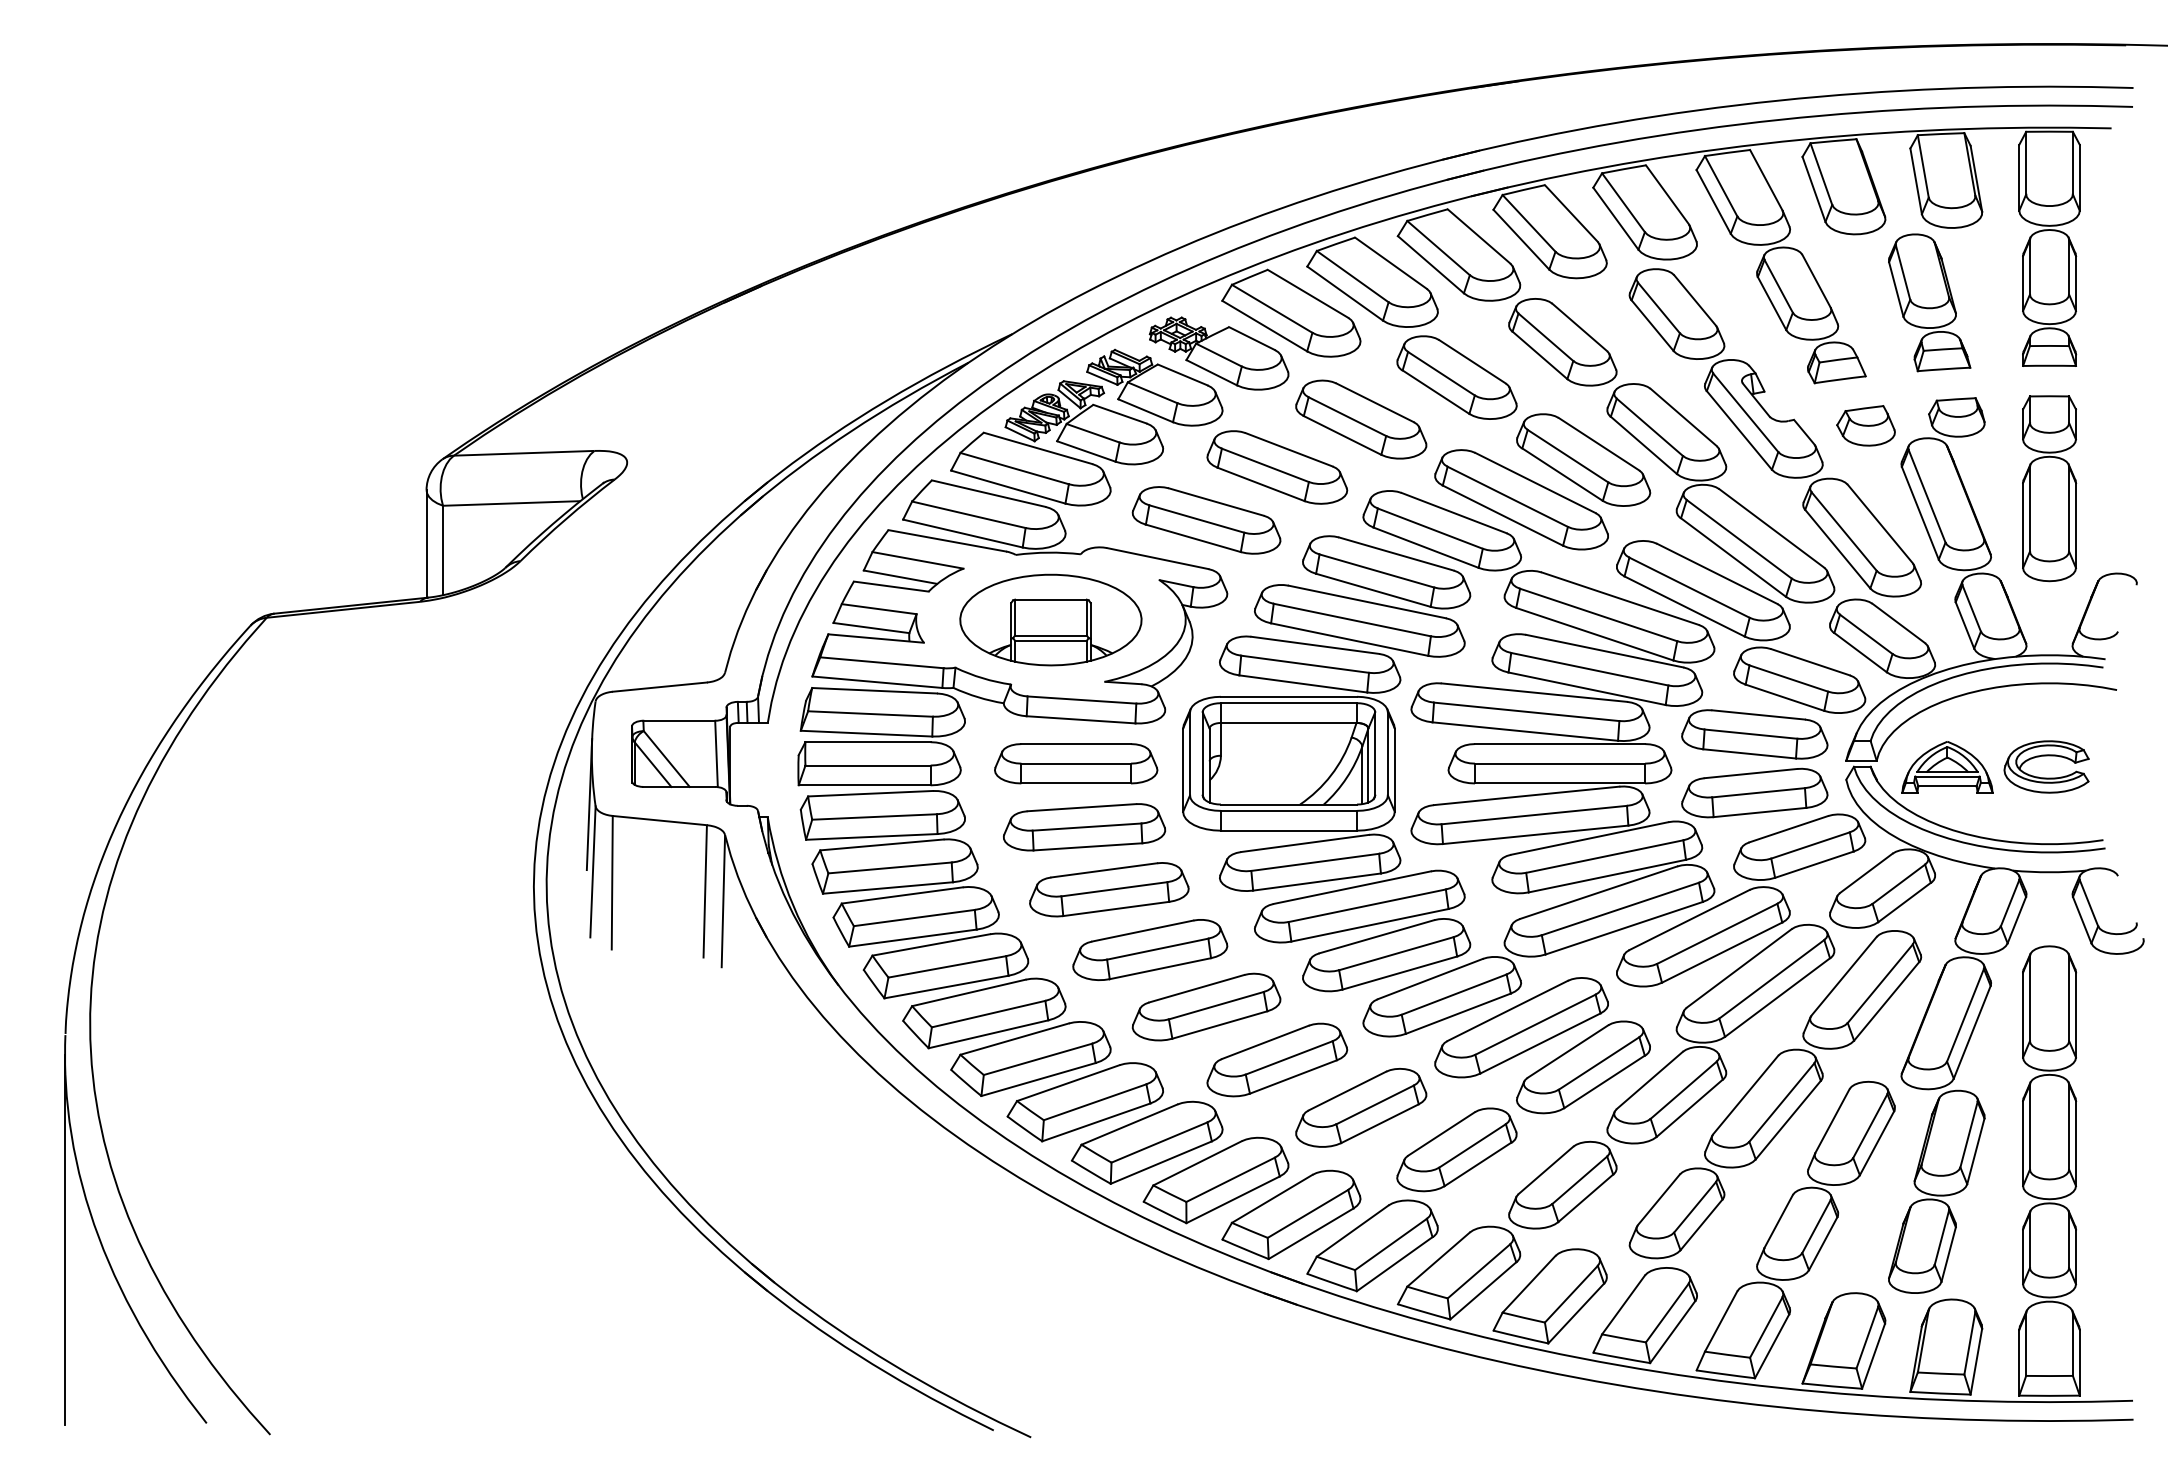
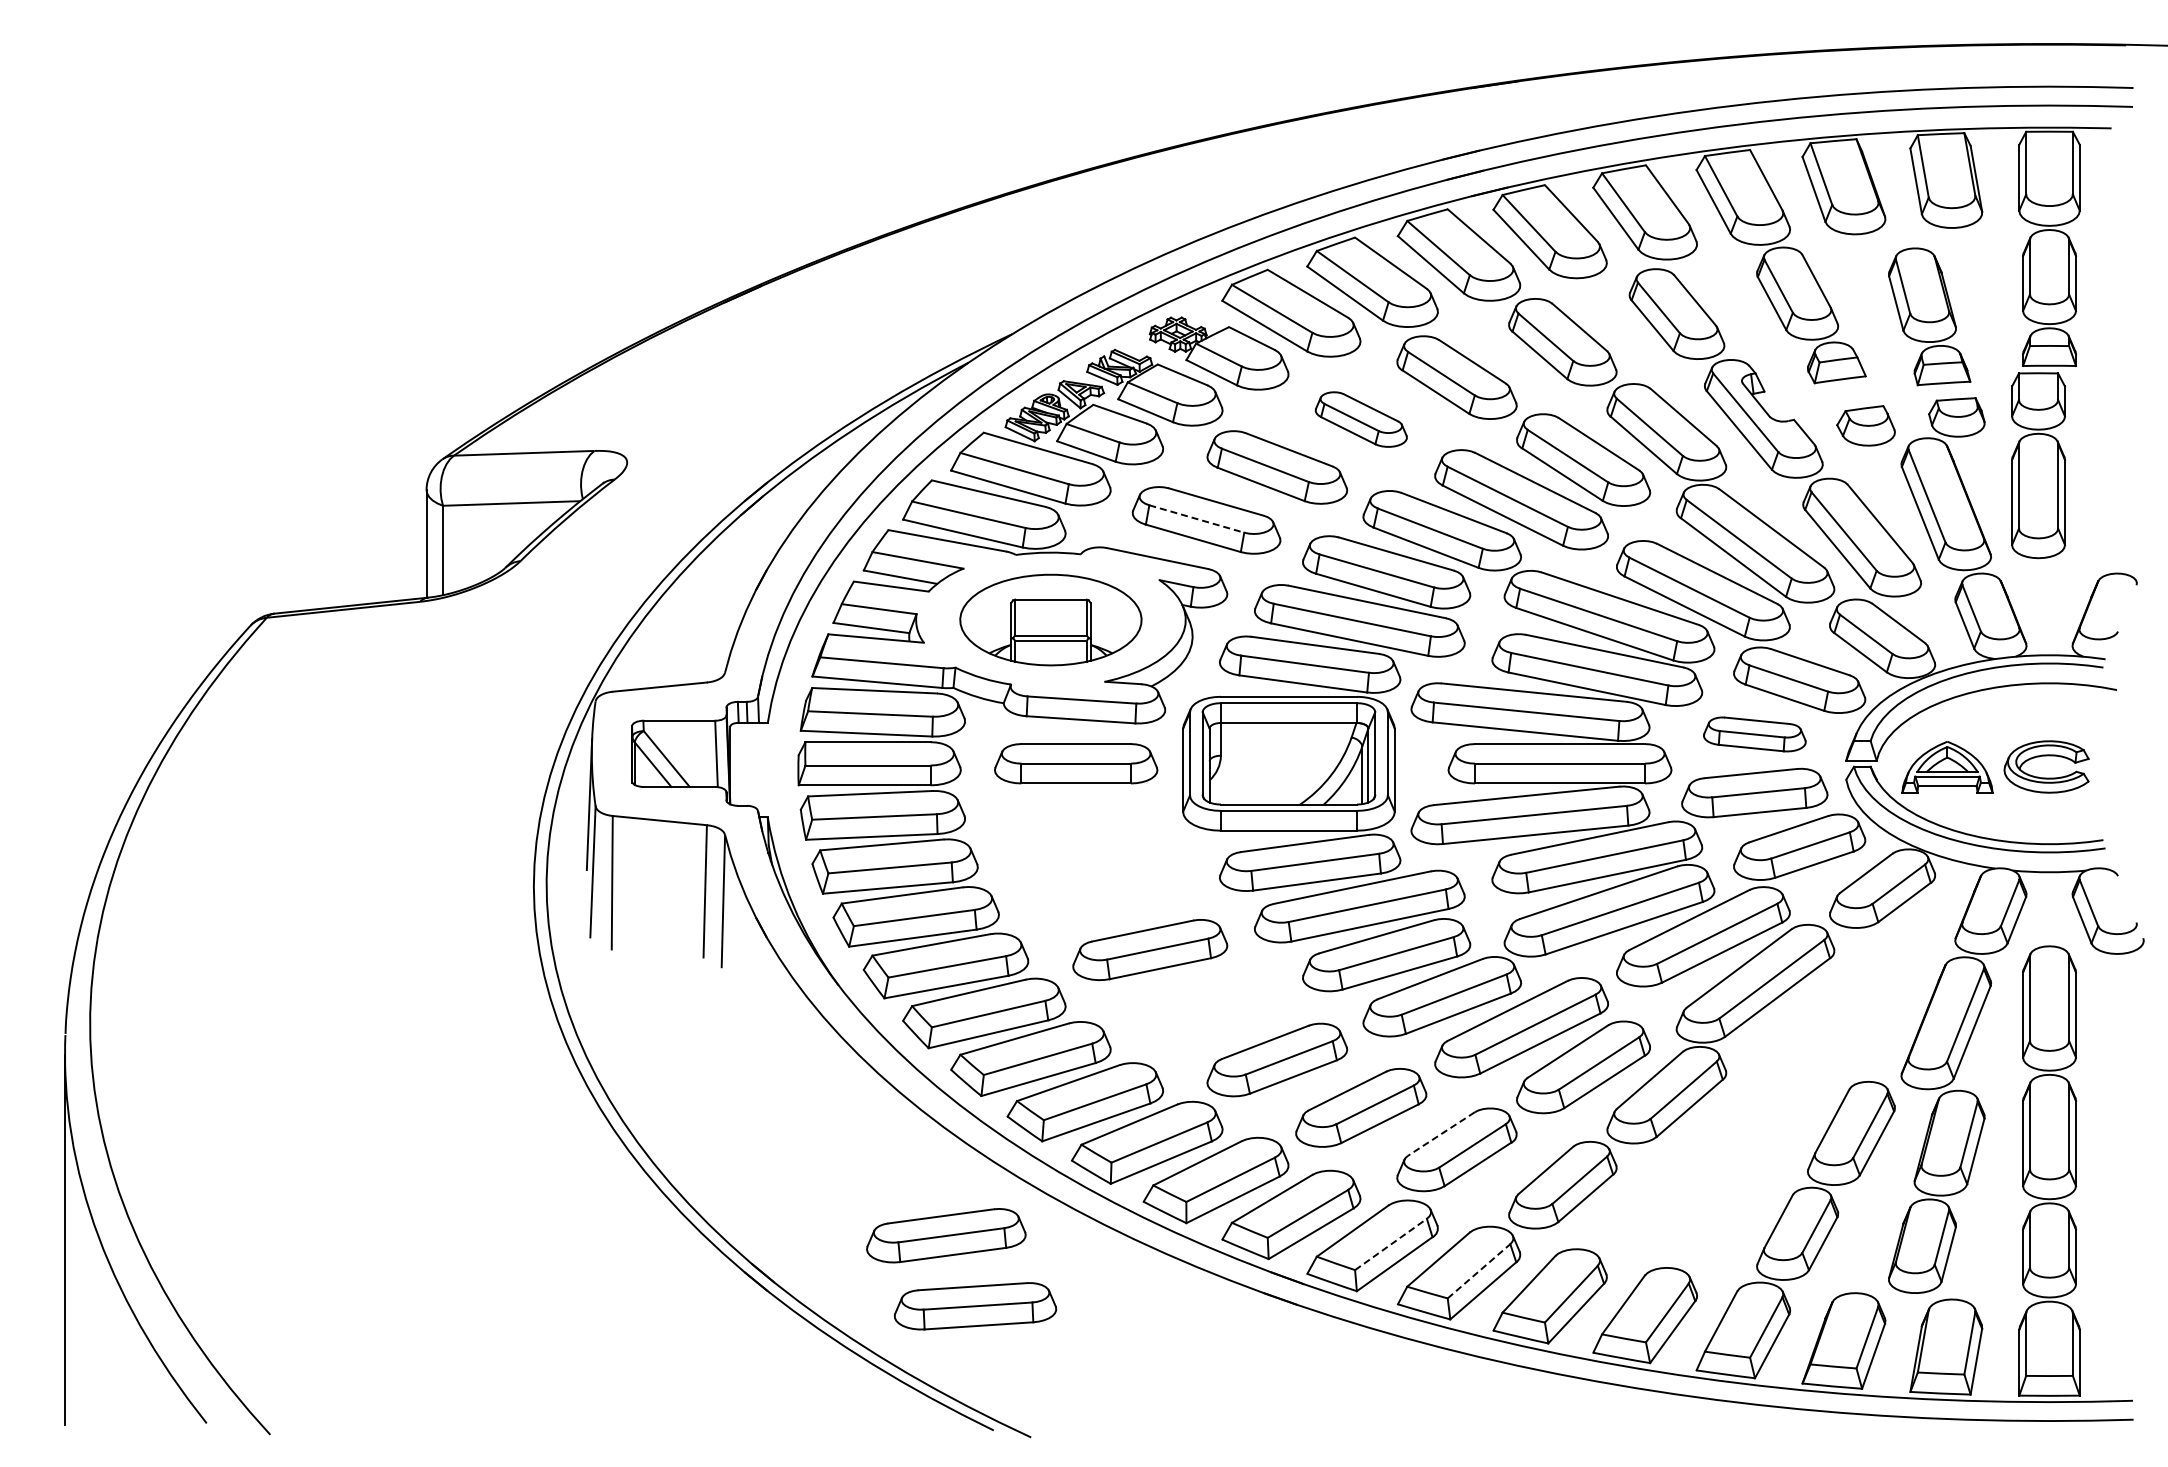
part at (1929, 302) position: (1929, 302) -> (1929, 316)
part at (1361, 419) size: 133x81 px -> 94x57 px
part at (2049, 488) position: (2049, 488) -> (2038, 465)
line at (1197, 519): solid -> dashed
part at (1754, 734) size: 148x51 px -> 104x37 px
part at (1084, 827) position: (1084, 827) -> (975, 1306)
part at (1109, 889) position: (1109, 889) -> (946, 1235)
part at (1206, 1006): present -> none
part at (1775, 1094): present -> none
line at (1441, 1134): solid -> dashed
line at (1391, 1244): solid -> dashed
line at (1479, 1270): solid -> dashed
